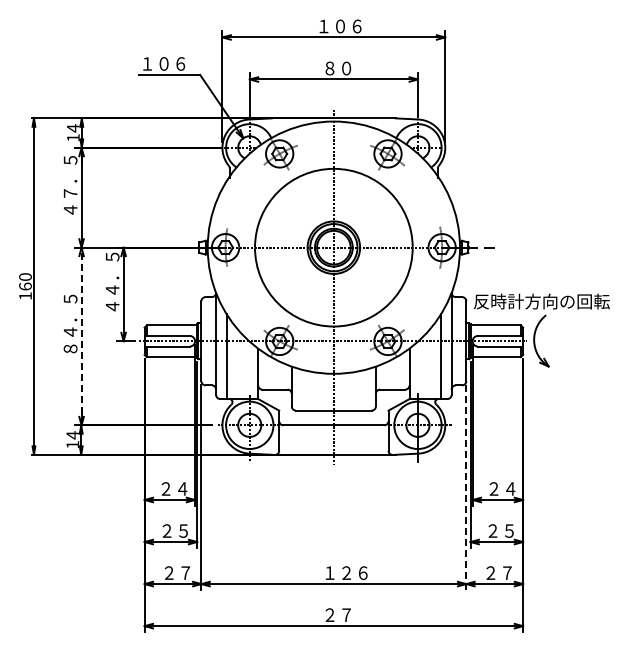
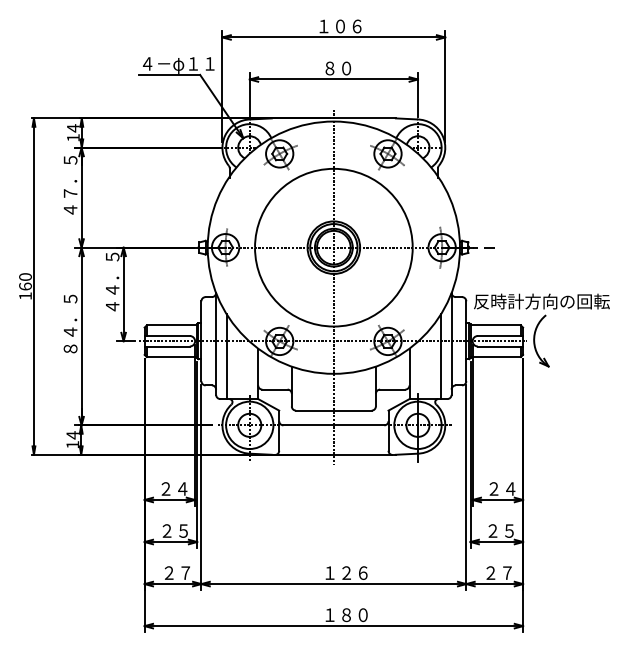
text at (178, 65): １０６ -> ４－φ１１
line at (81, 336): dashed -> solid
line at (466, 488): dashed -> solid
text at (346, 615): ２７ -> １８０
